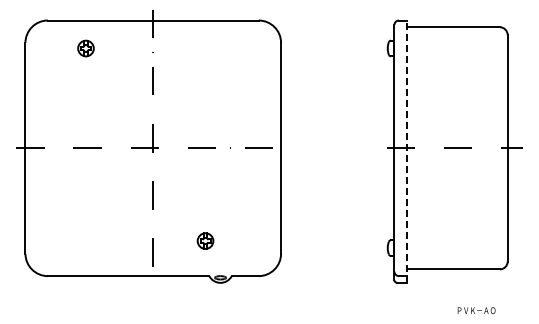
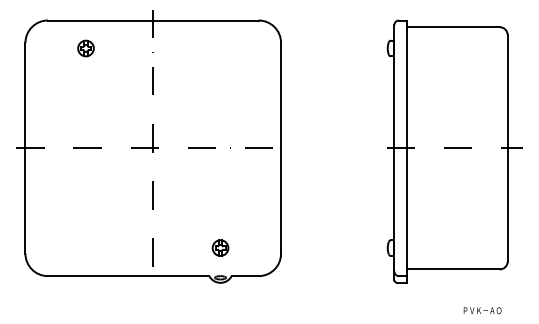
line at (406, 151): dashed -> solid
part at (205, 240) position: (205, 240) -> (220, 247)
text at (476, 310) position: (476, 310) -> (482, 310)
